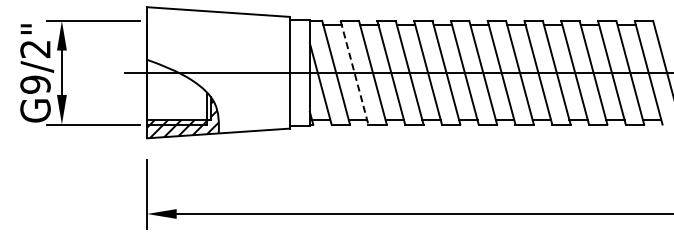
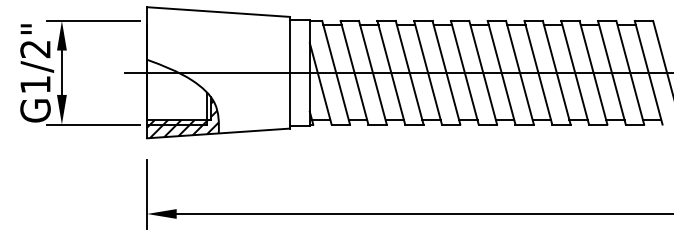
line at (354, 72): dashed -> solid
text at (35, 84): G9/2" -> G1/2"
